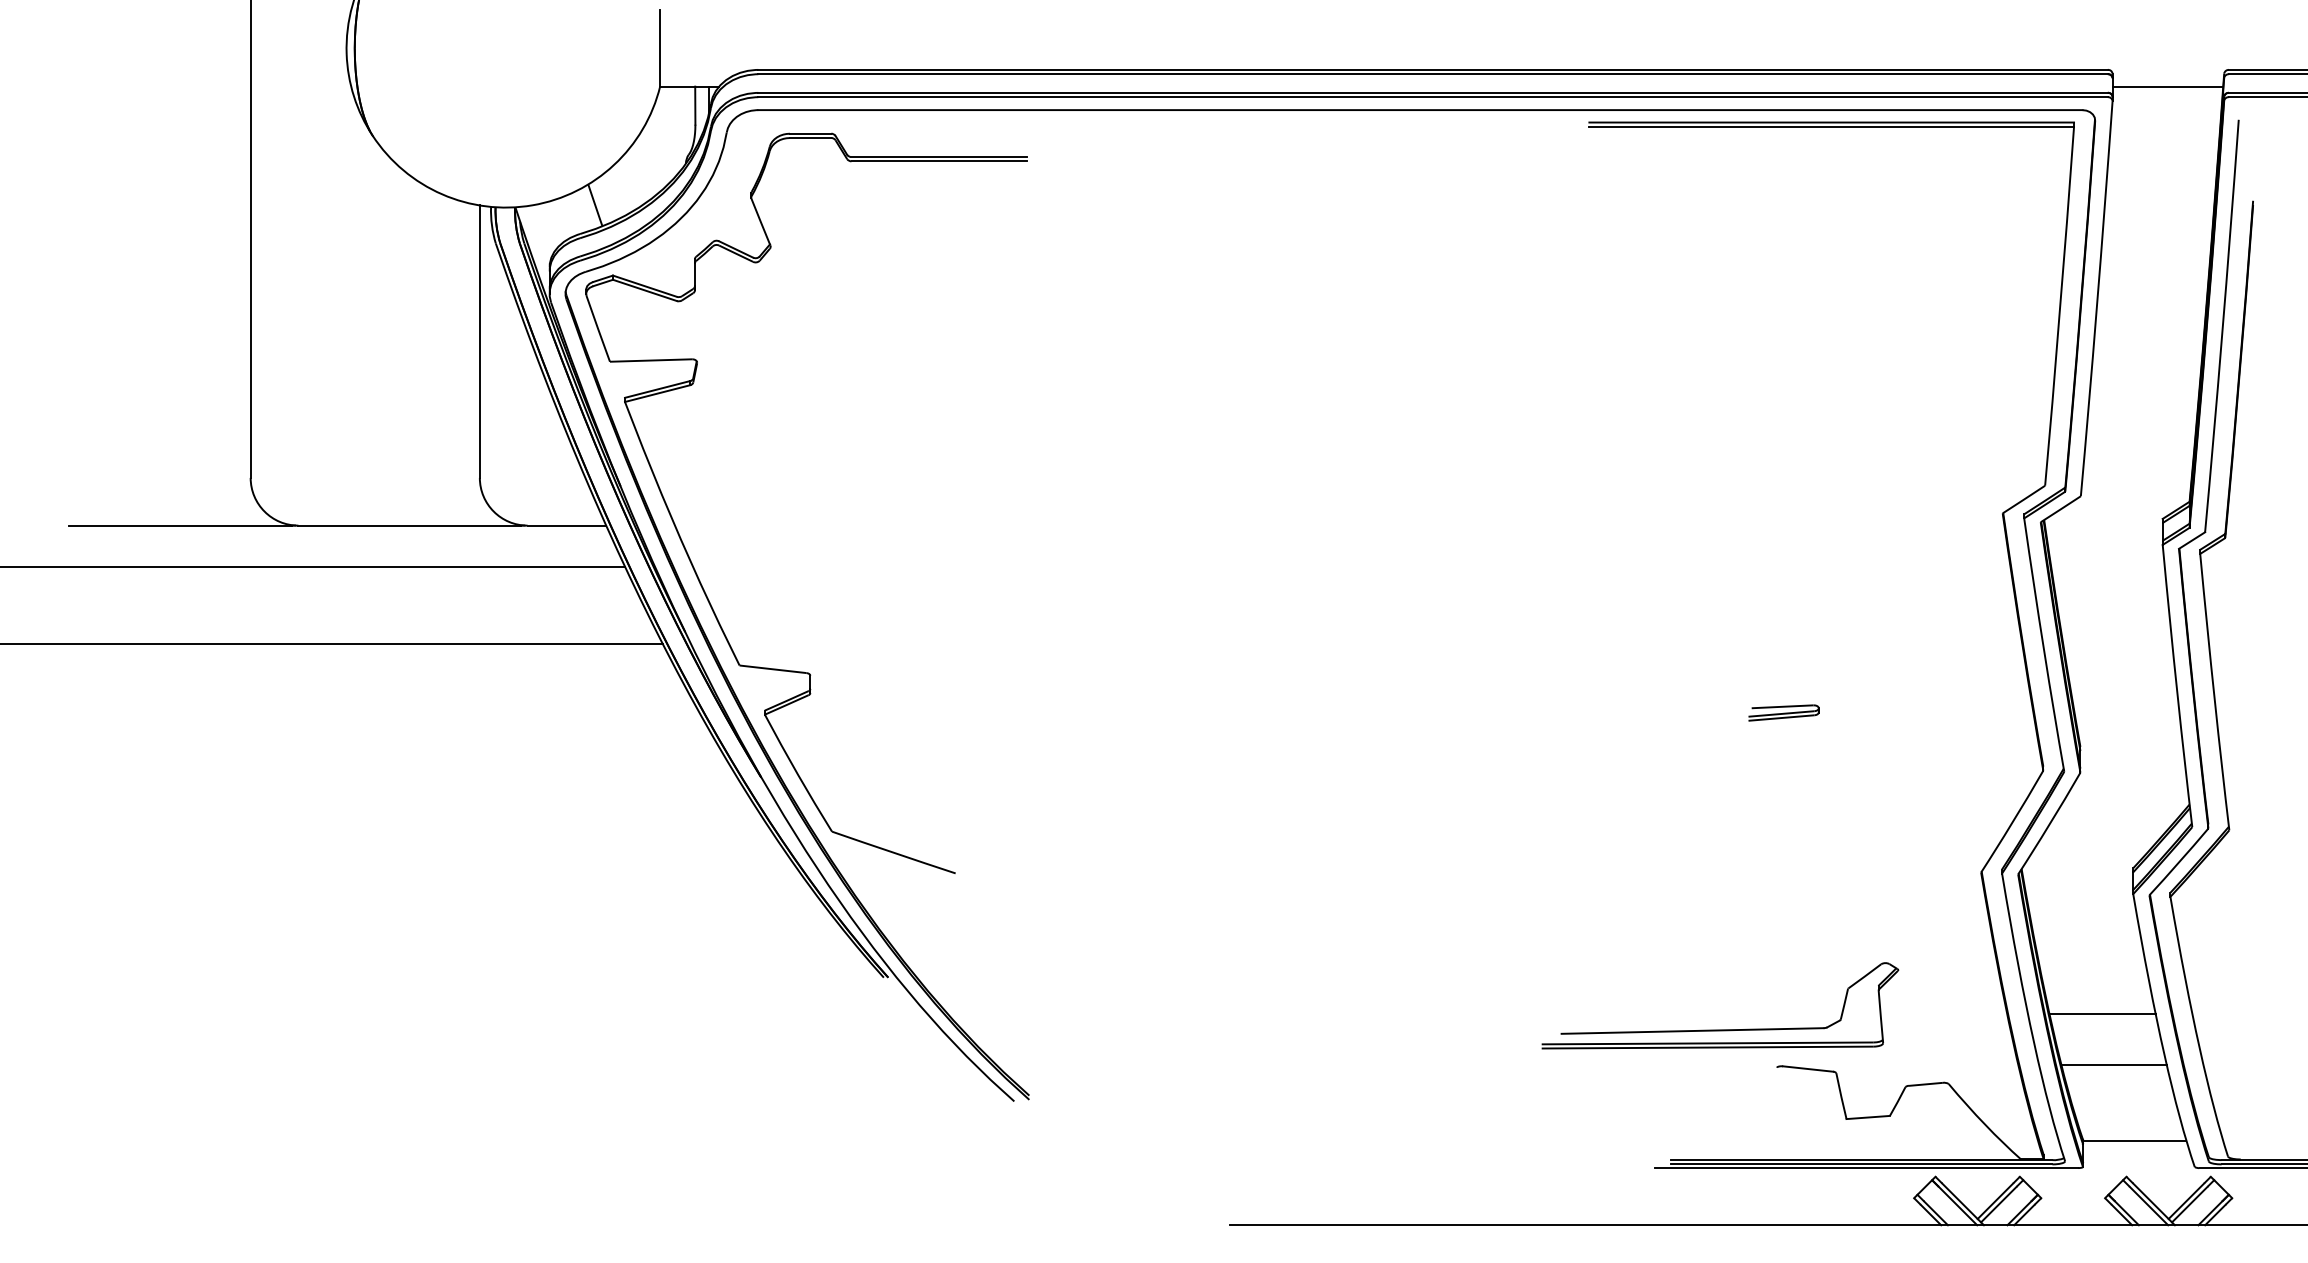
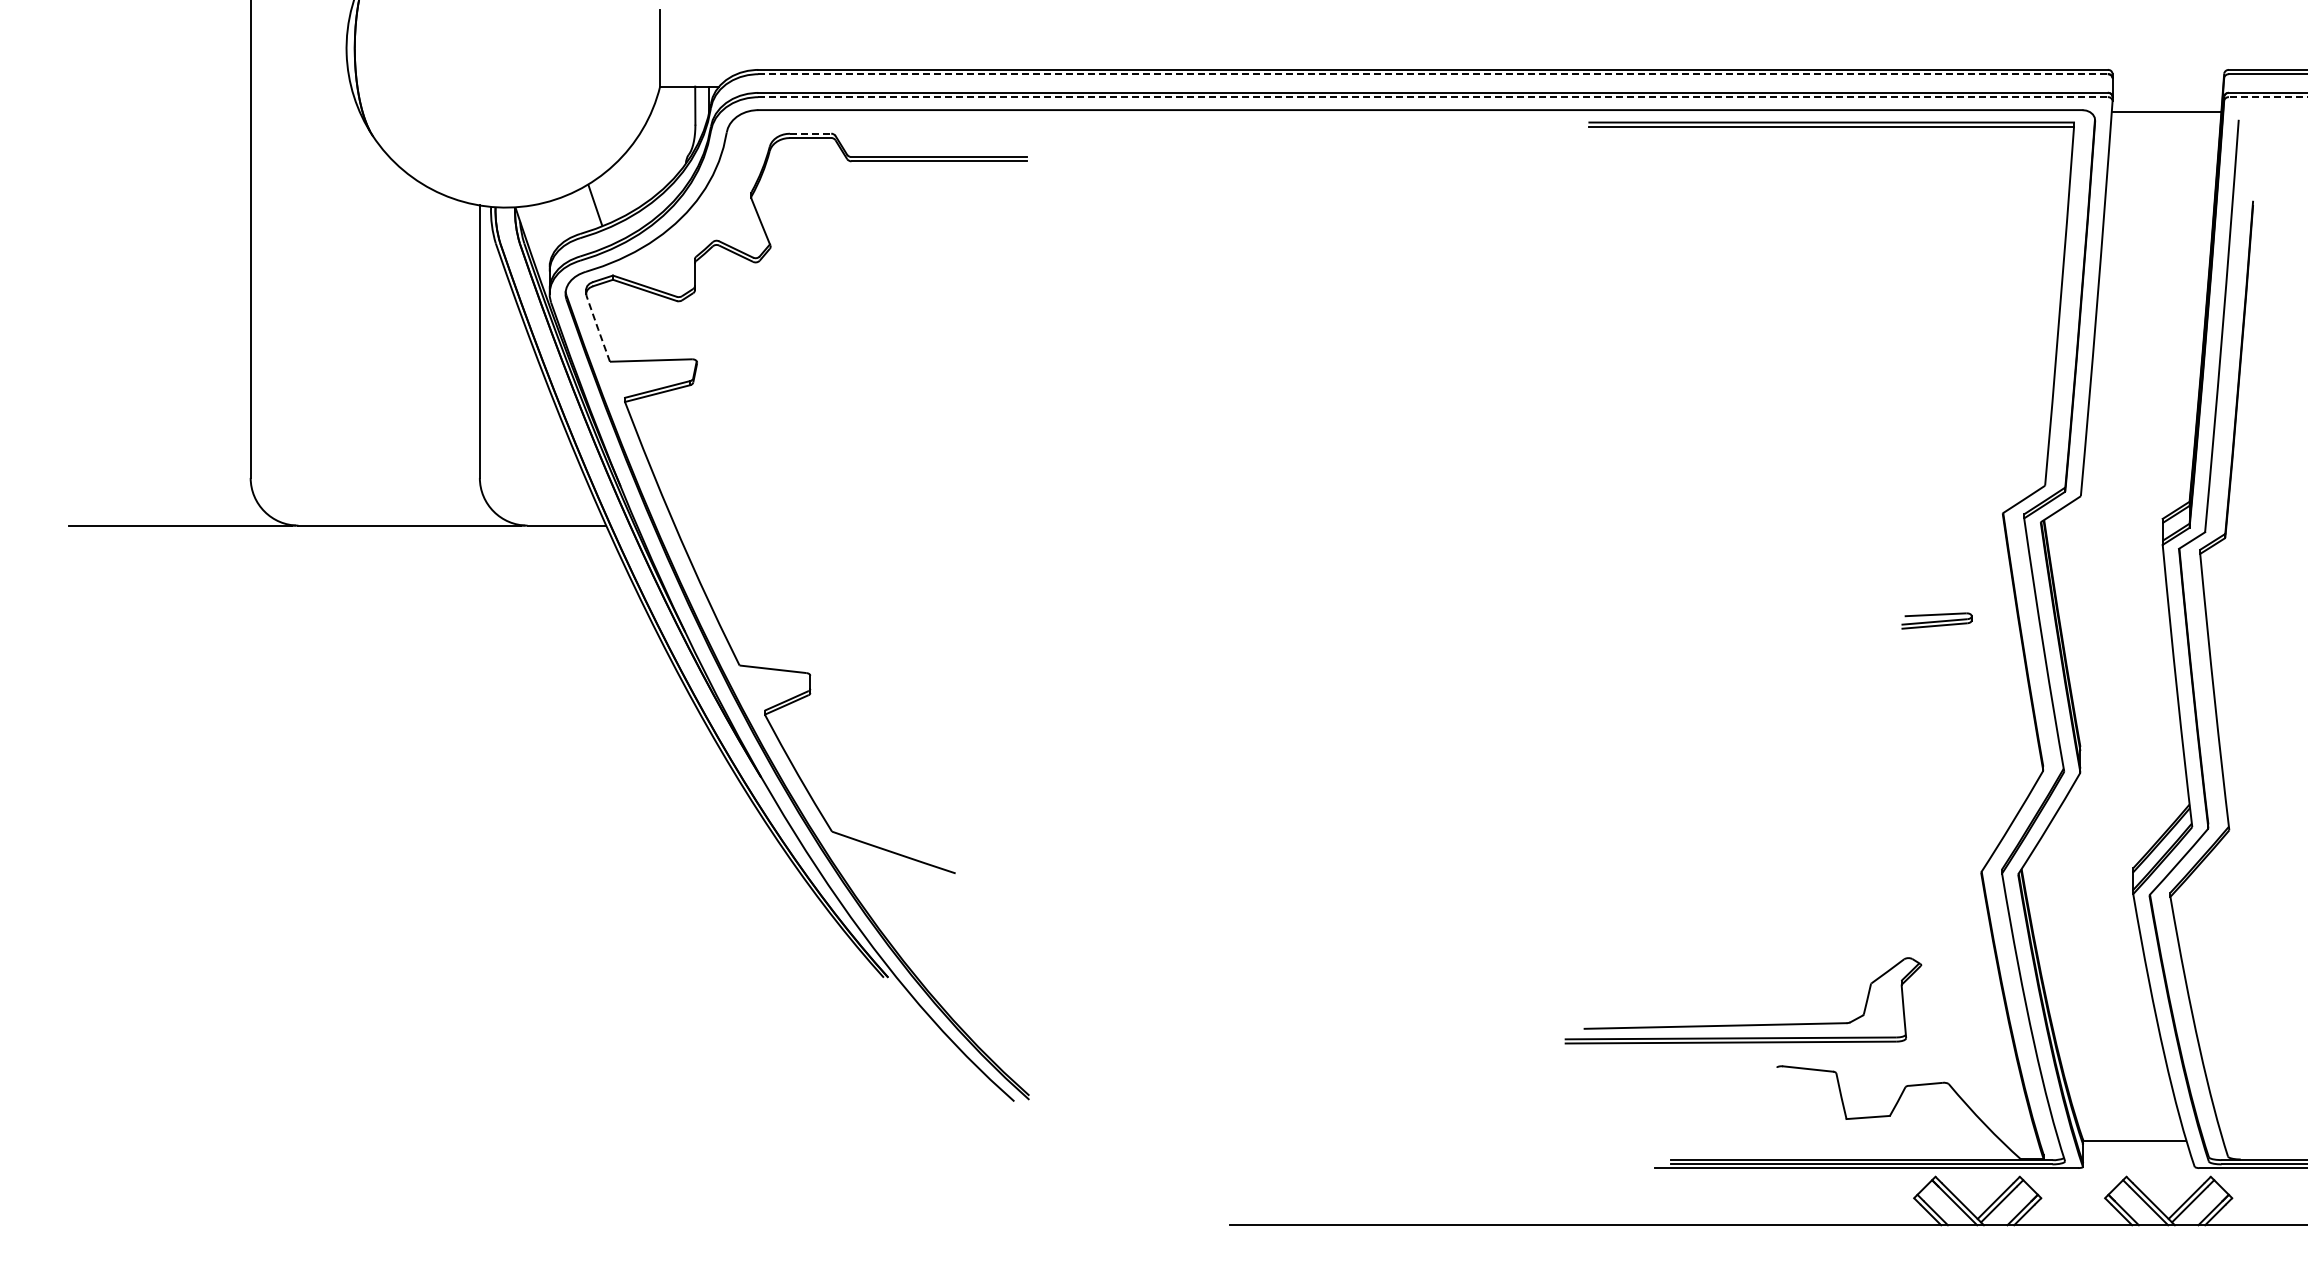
line at (1433, 74): solid -> dashed
line at (2167, 86) position: (2167, 86) -> (2167, 111)
line at (1433, 97): solid -> dashed
line at (2267, 97): solid -> dashed
line at (810, 133): solid -> dashed
line at (598, 329): solid -> dashed
line at (313, 567): present -> none
line at (332, 643): present -> none
part at (1783, 712) position: (1783, 712) -> (1936, 620)
line at (2102, 1013): present -> none
part at (1720, 1029) position: (1720, 1029) -> (1743, 1024)
line at (2113, 1064): present -> none
